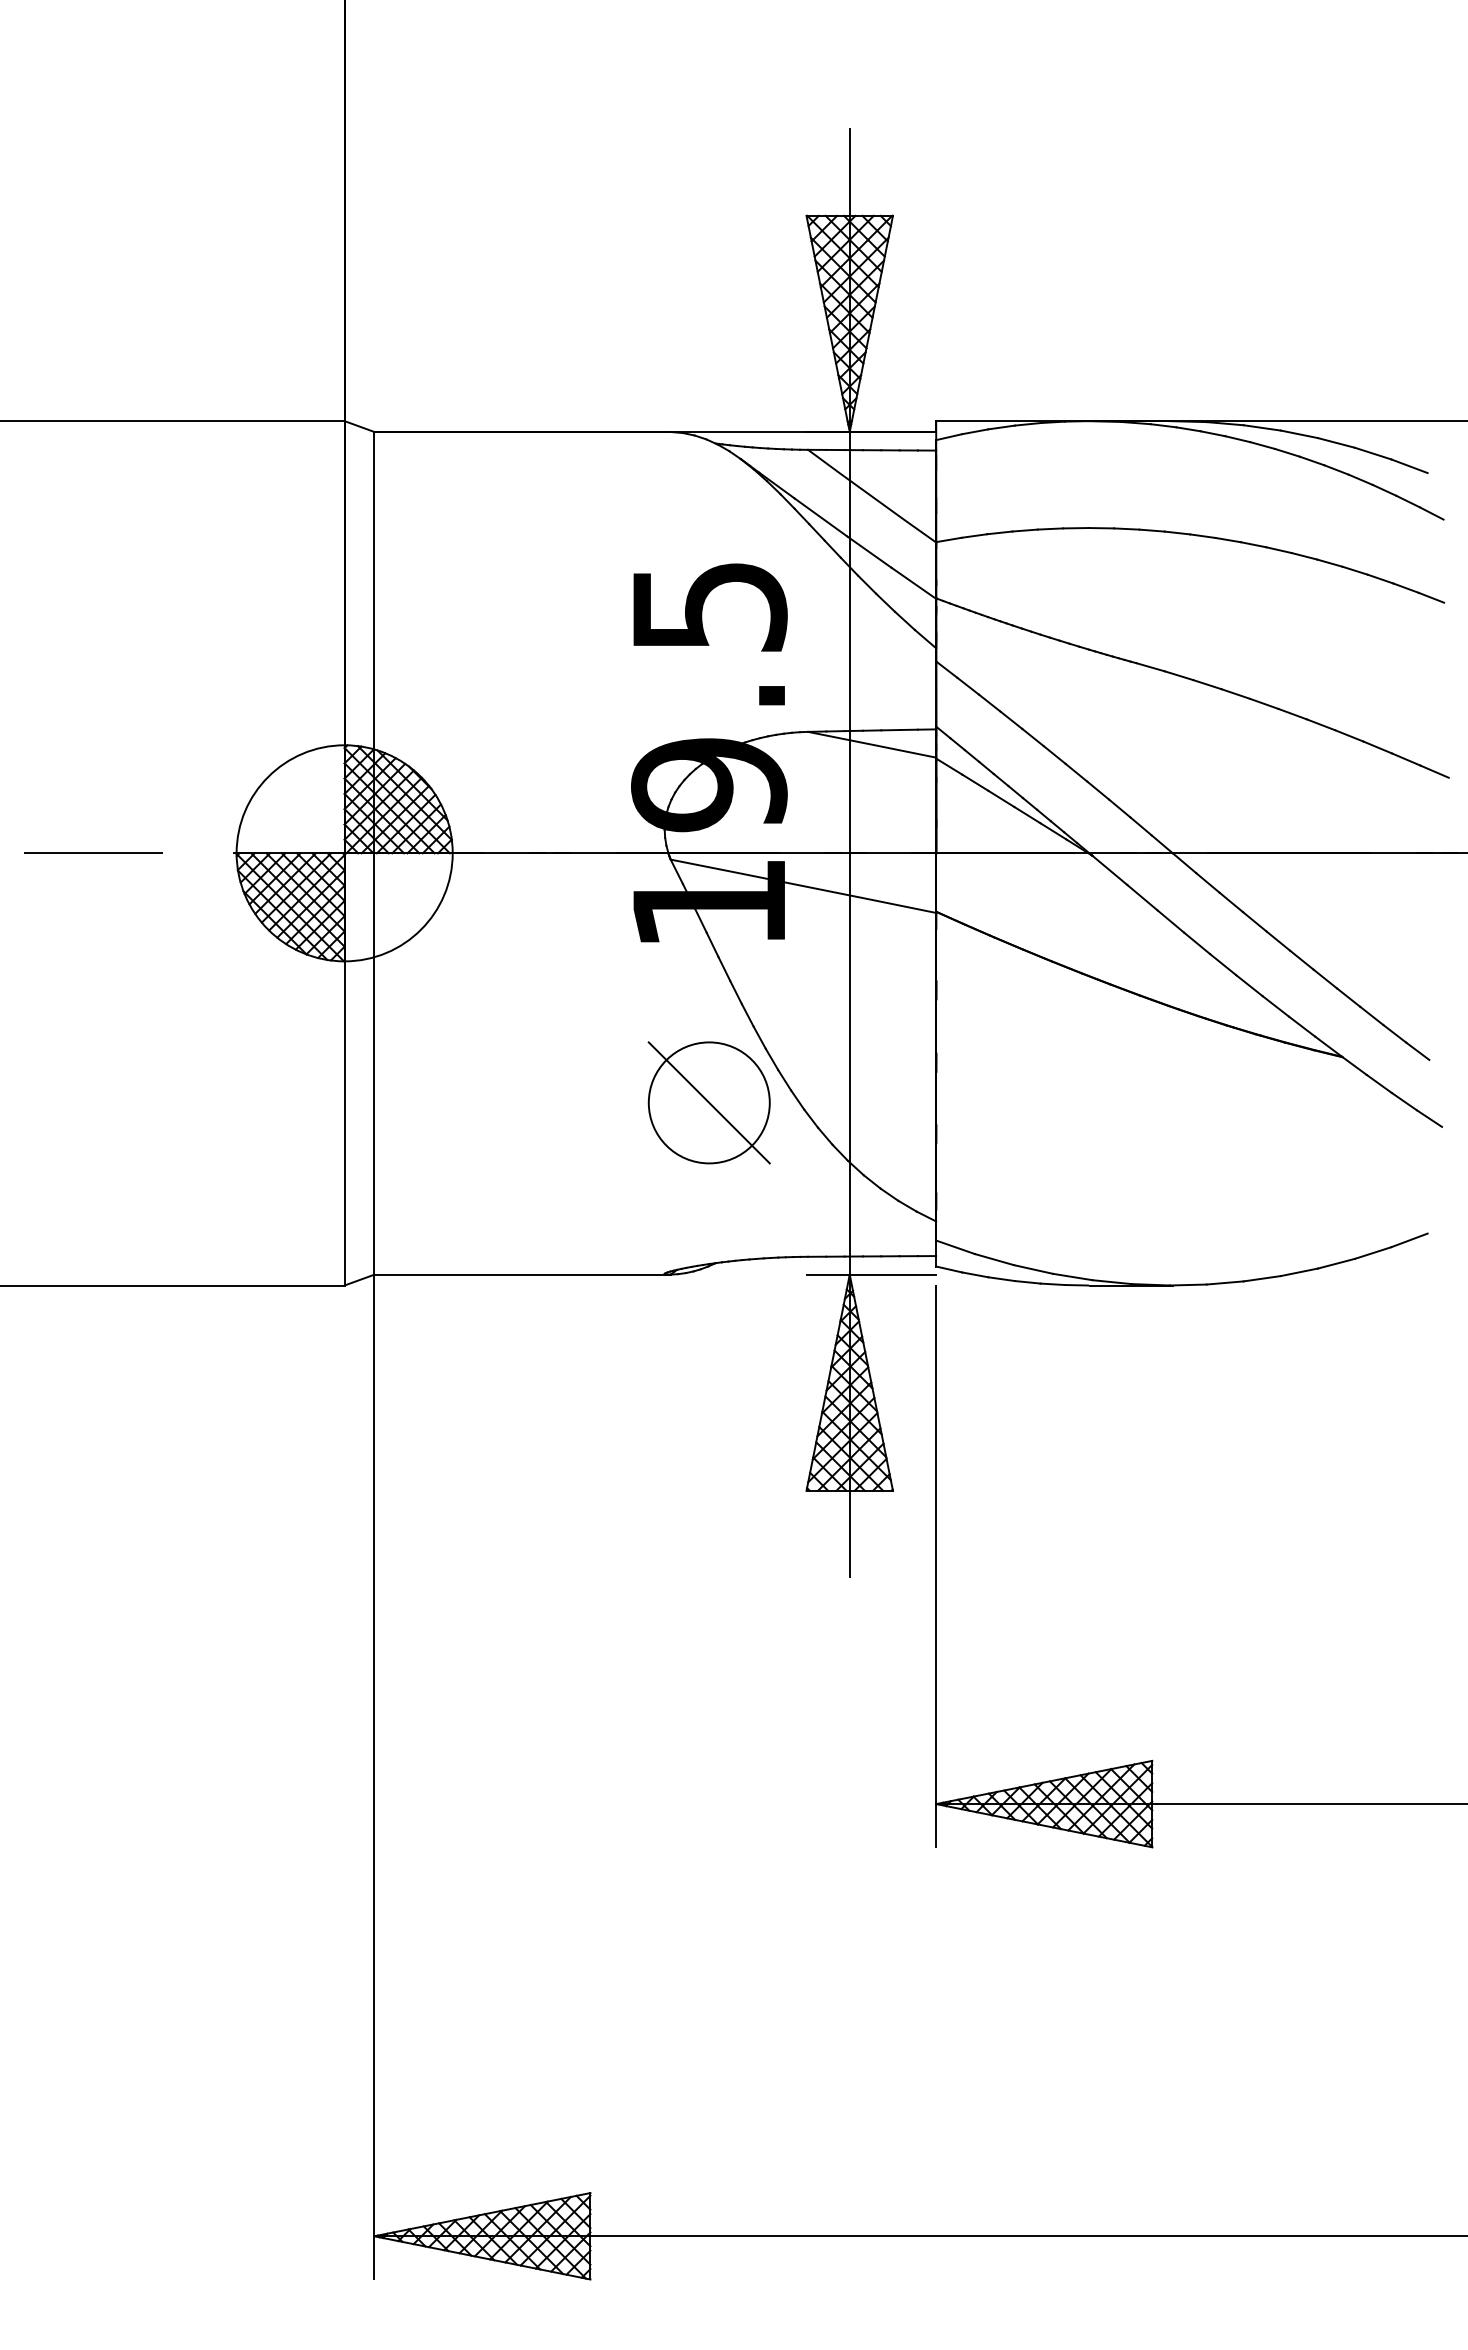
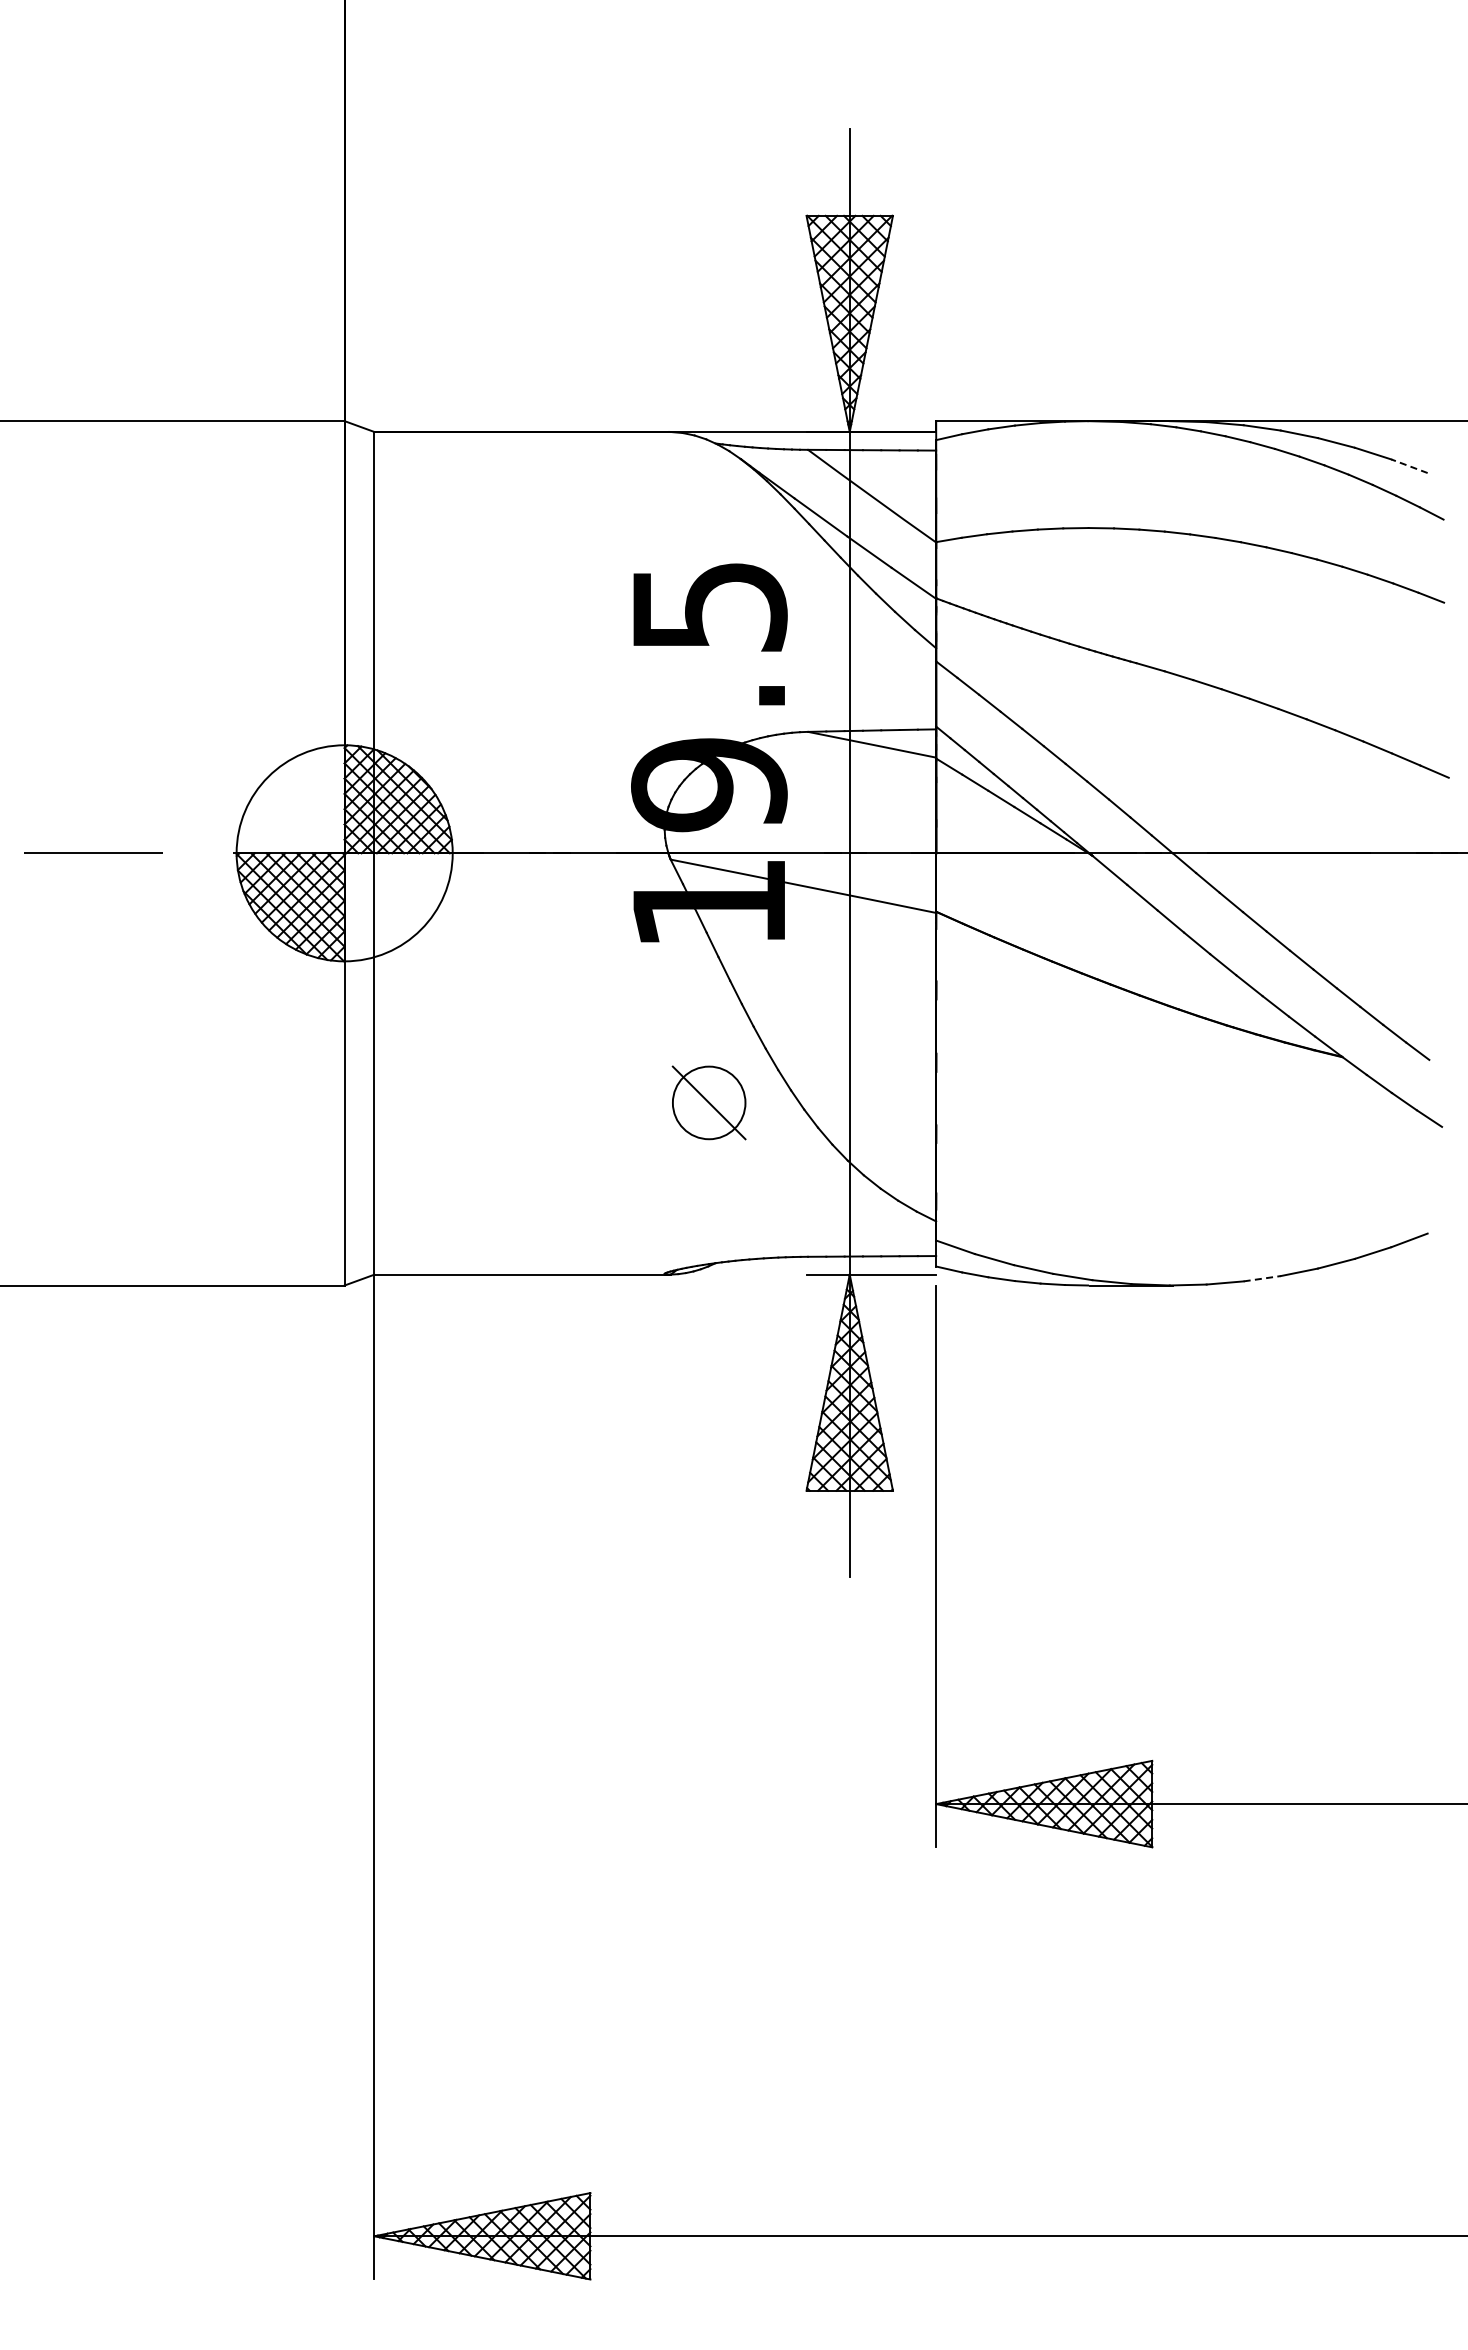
line at (1408, 466): solid -> dashed
part at (708, 1102) size: 124x124 px -> 76x76 px
line at (1262, 1278): solid -> dashed
